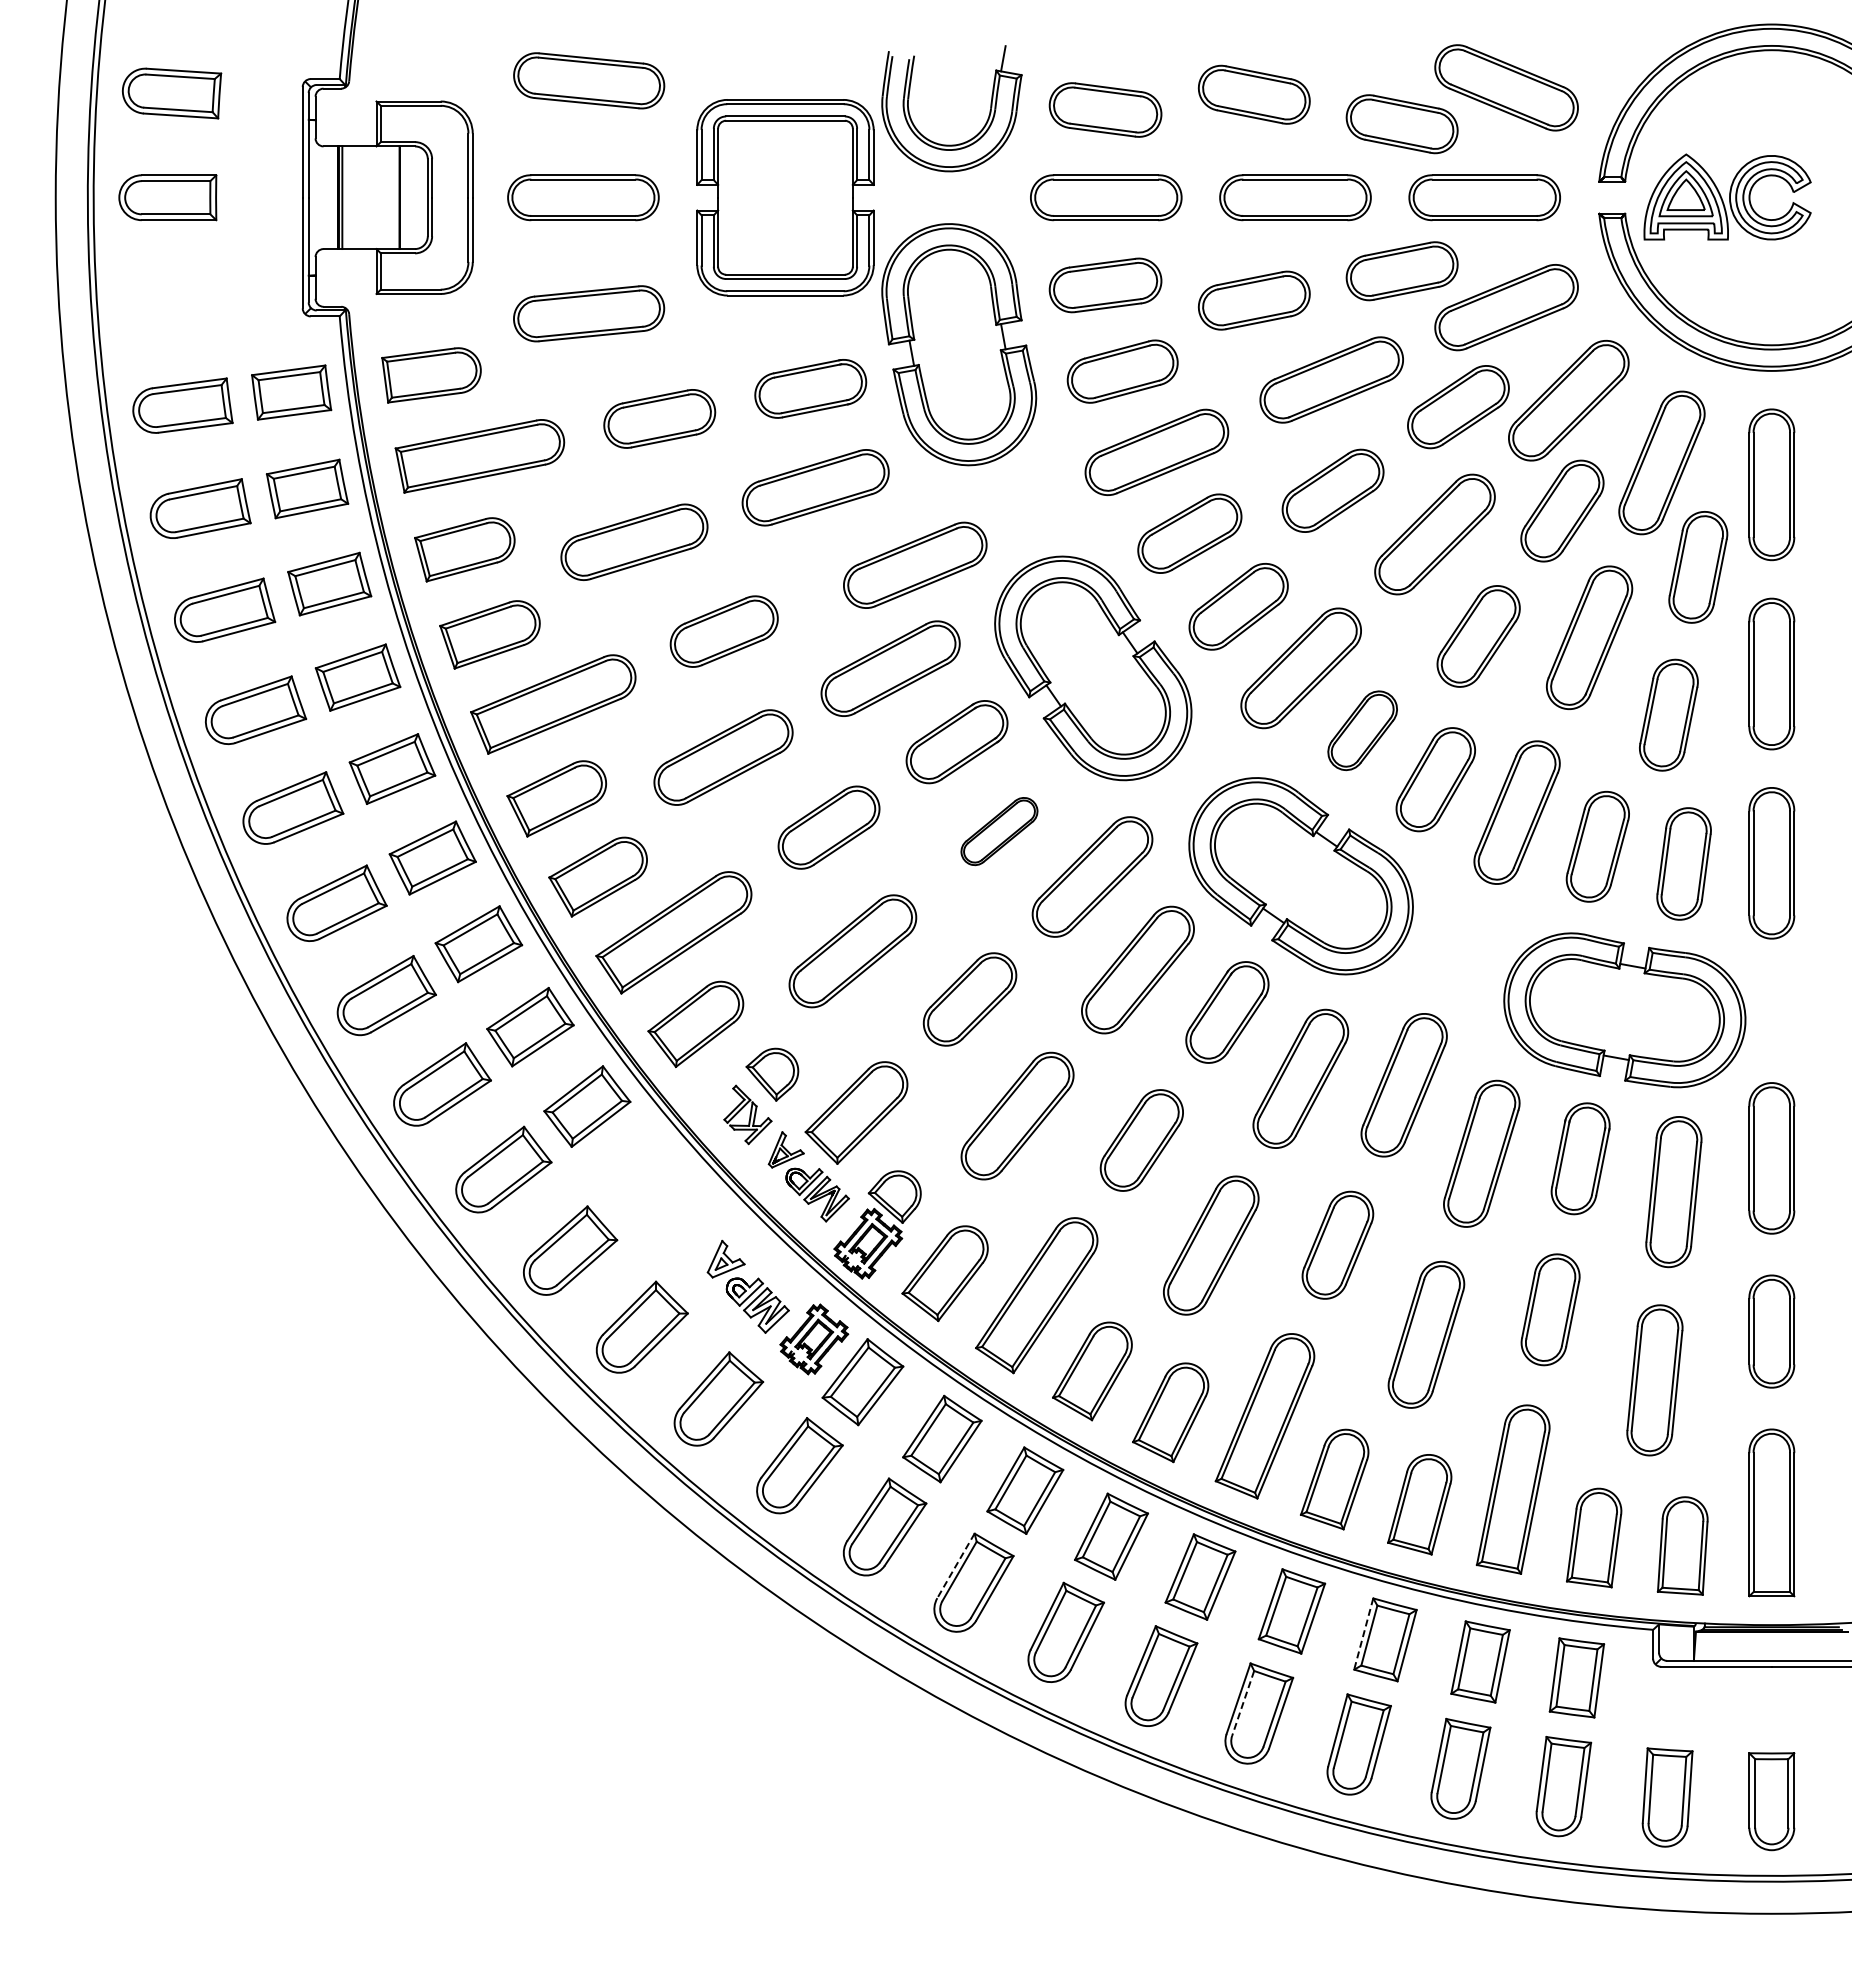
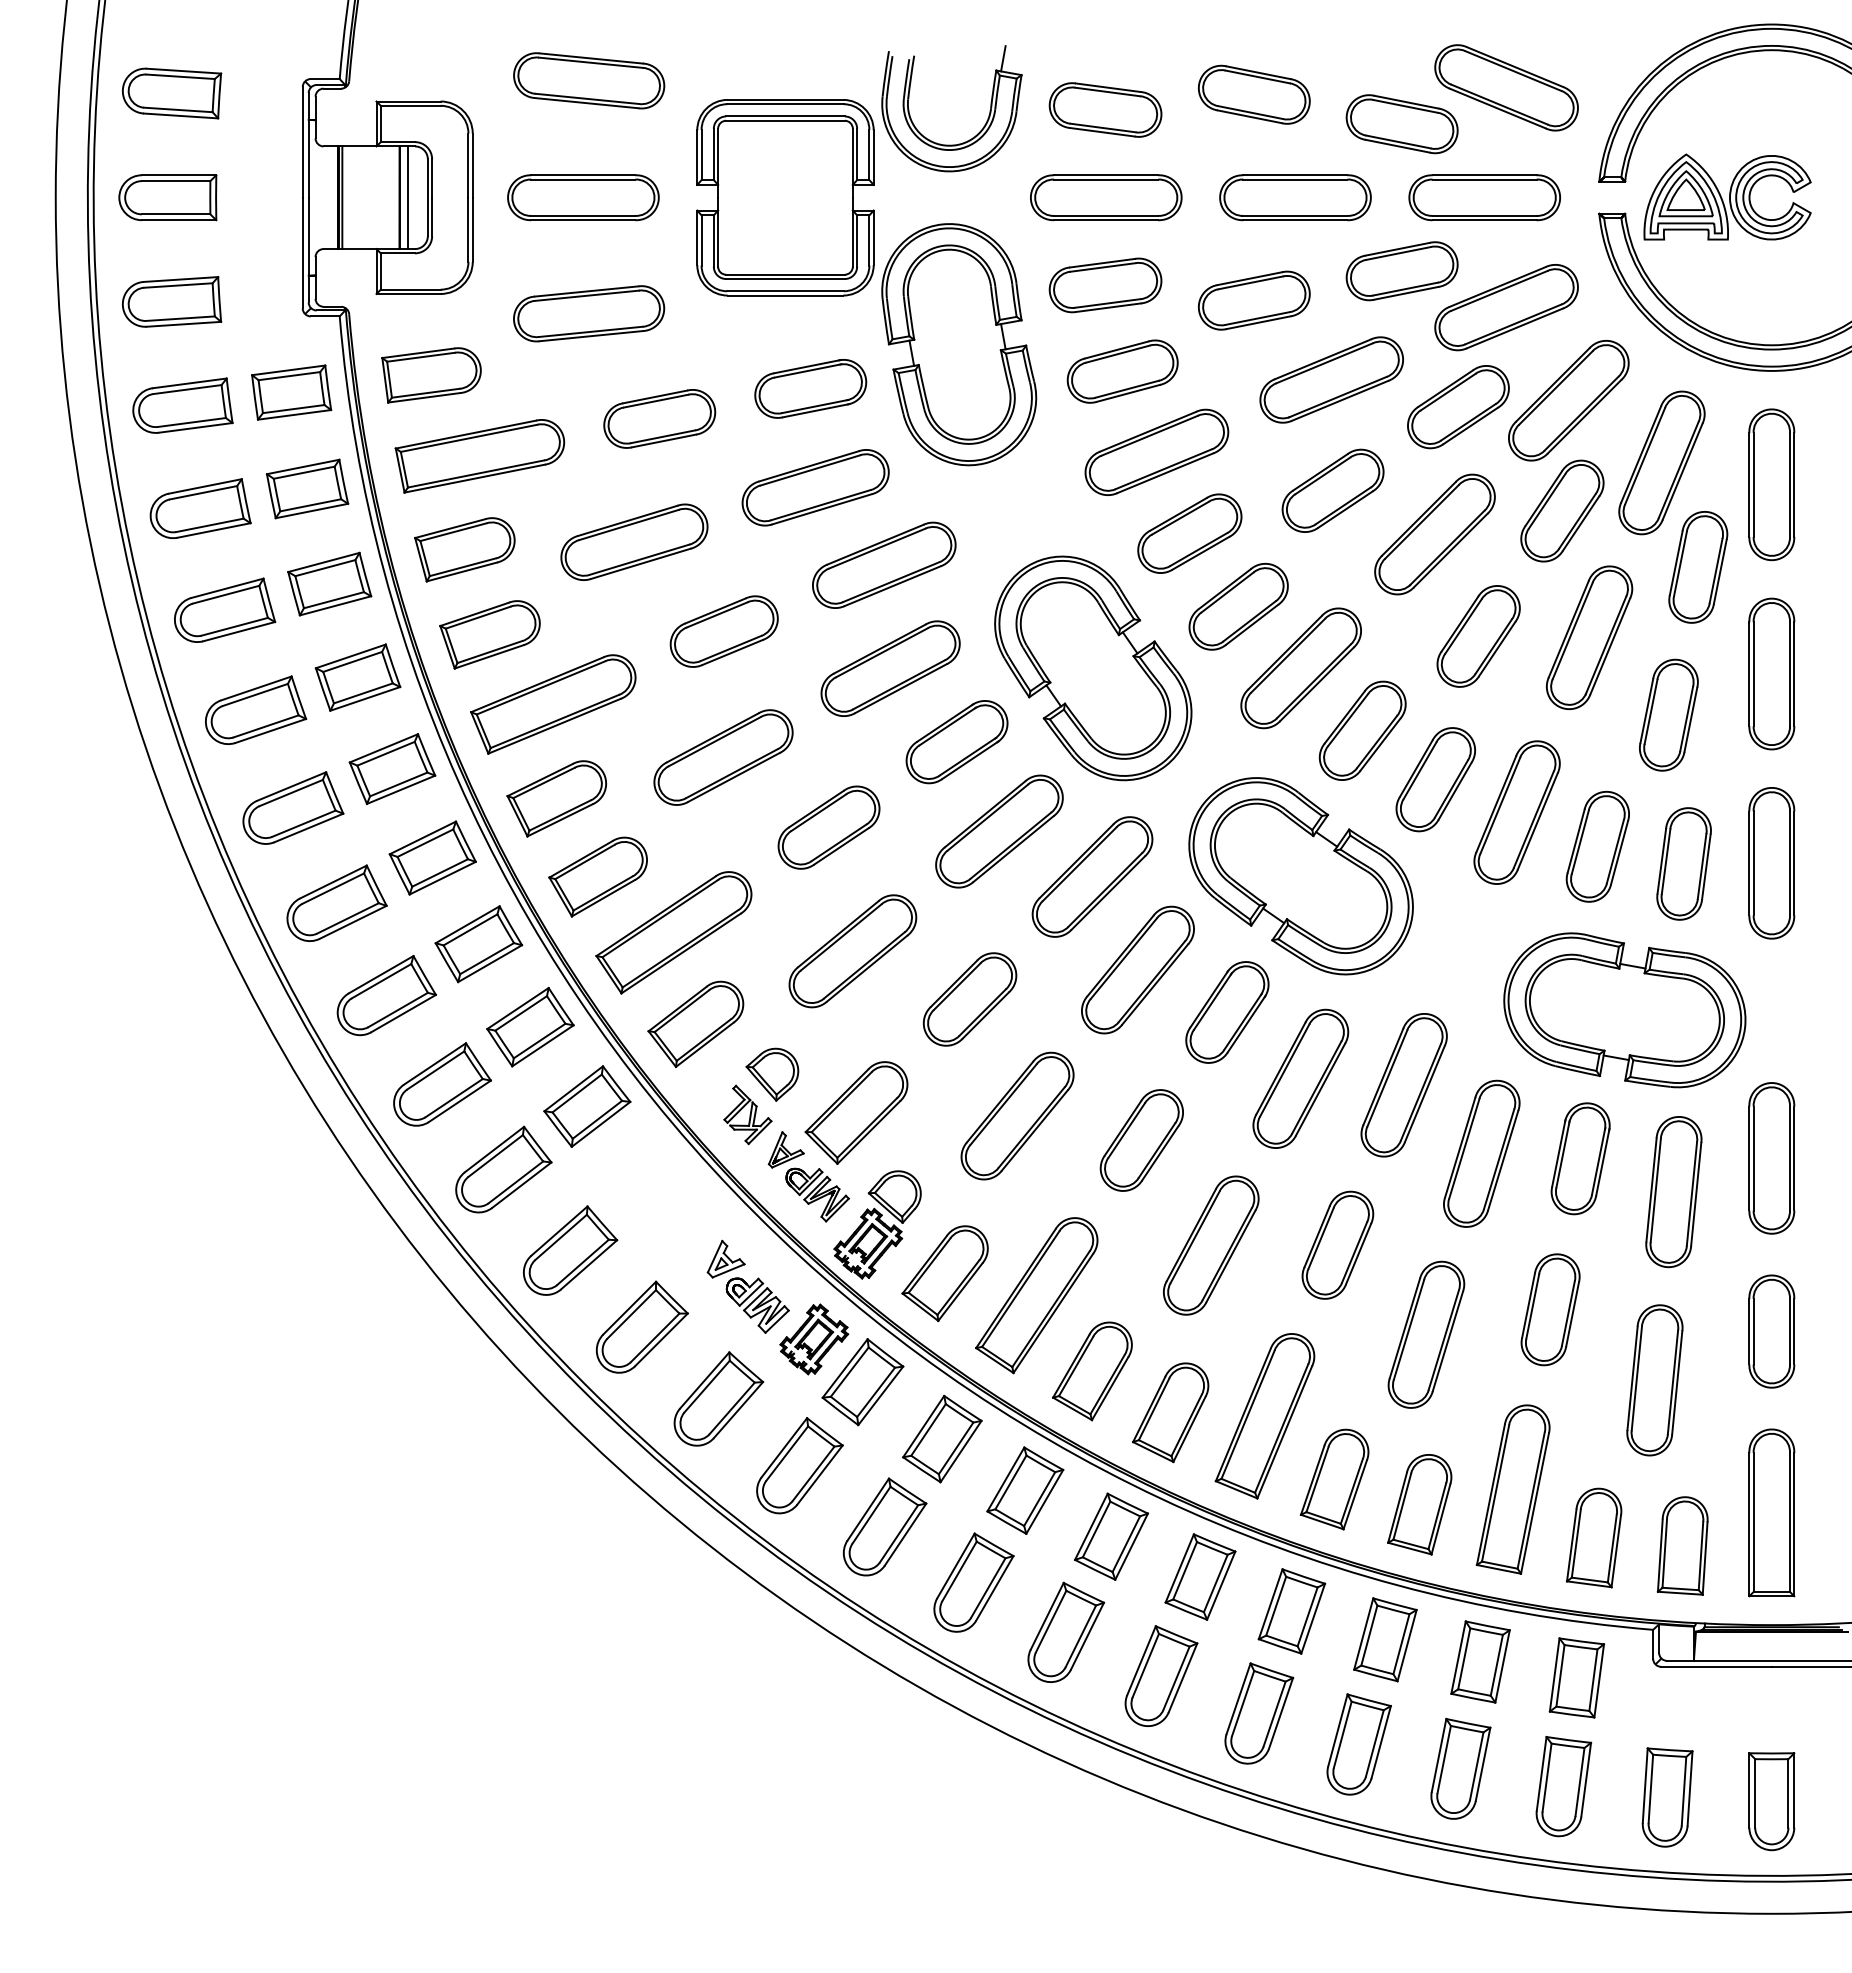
line at (408, 197): none -> present
part at (171, 301): none -> present
part at (915, 564) position: (915, 564) -> (884, 564)
part at (1362, 730) size: 71x82 px -> 89x101 px
part at (999, 831) size: 79x70 px -> 129x115 px
line at (955, 1566): dashed -> solid
line at (1363, 1634): dashed -> solid
line at (1243, 1703): dashed -> solid
